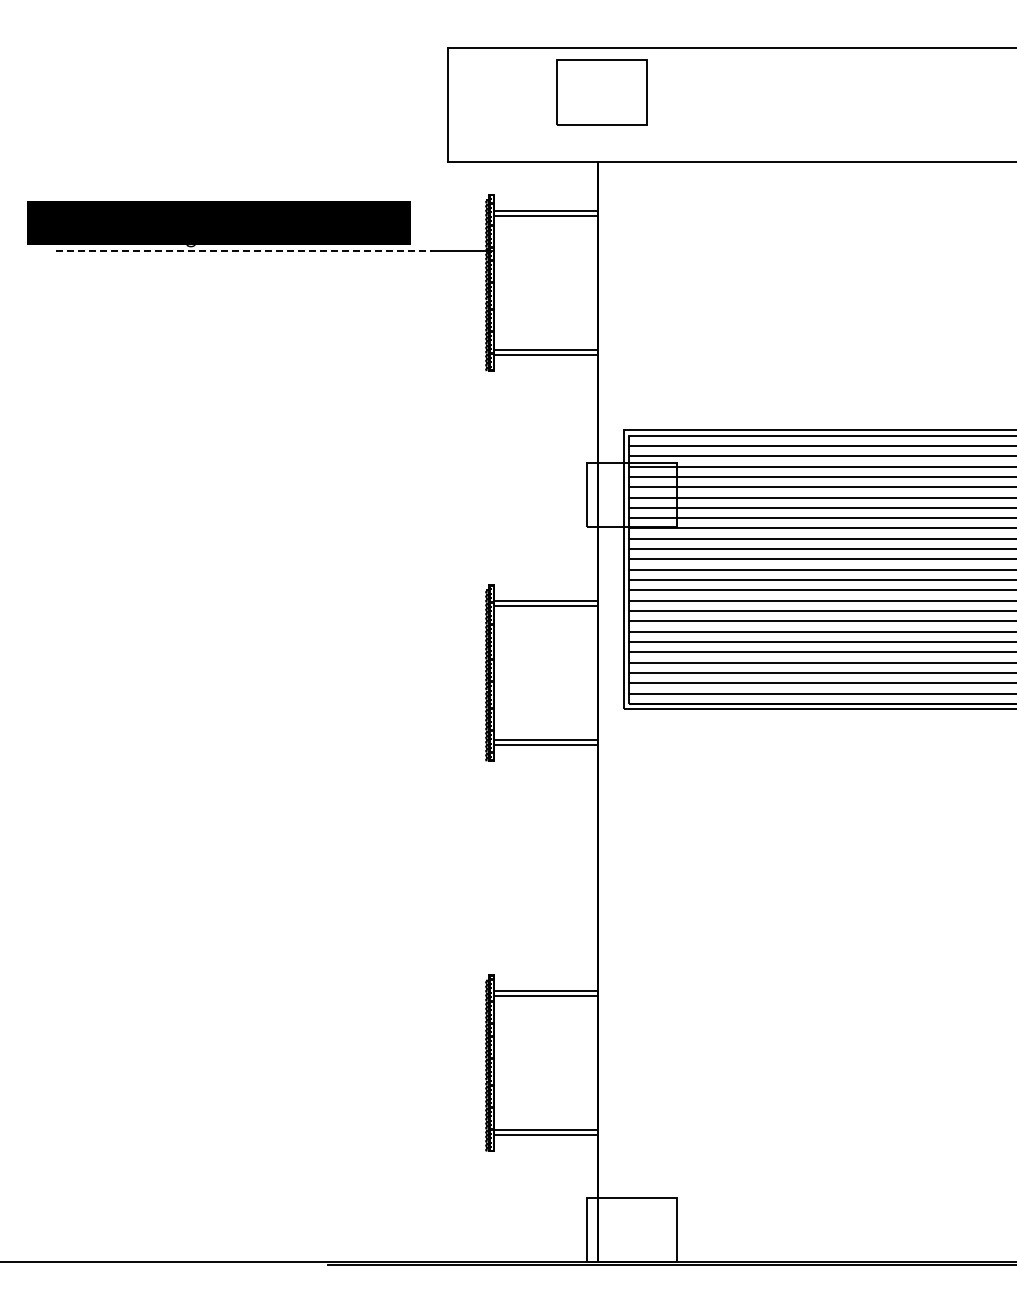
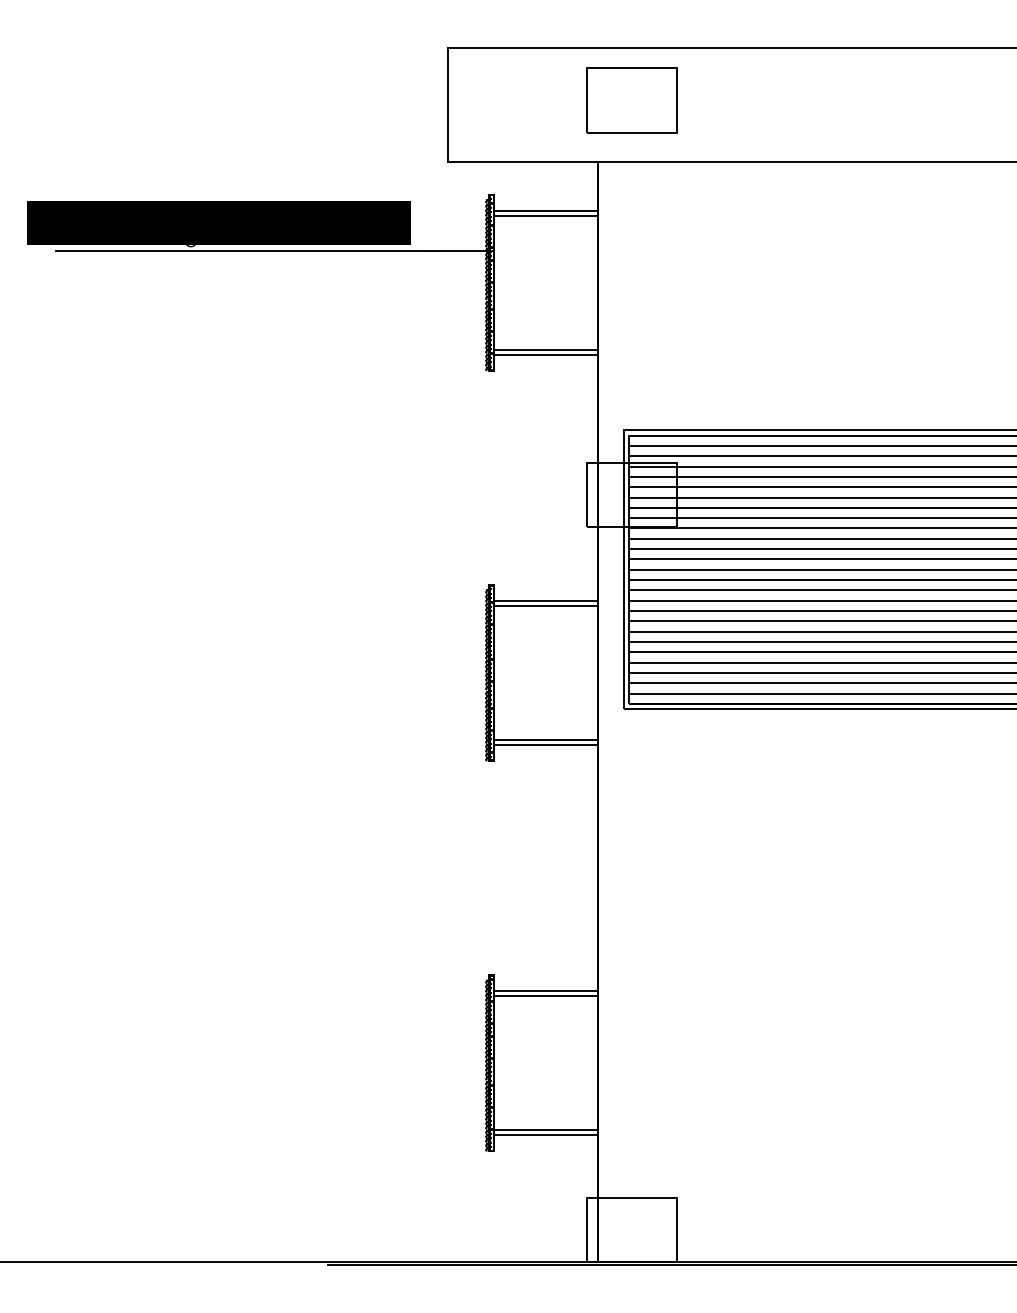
part at (601, 92) position: (601, 92) -> (631, 100)
line at (244, 251): dashed -> solid
